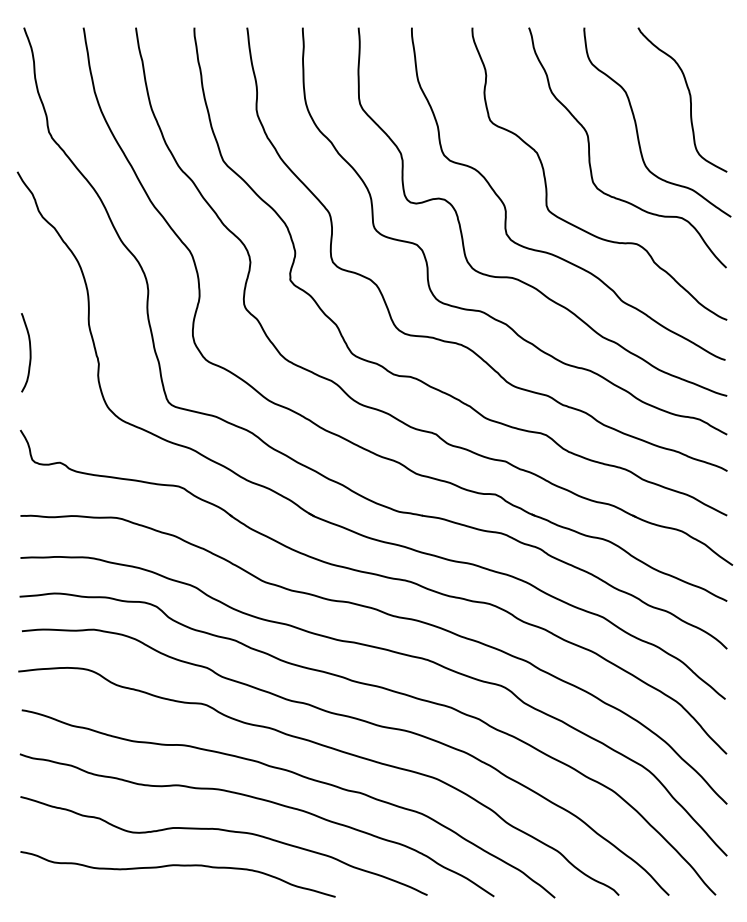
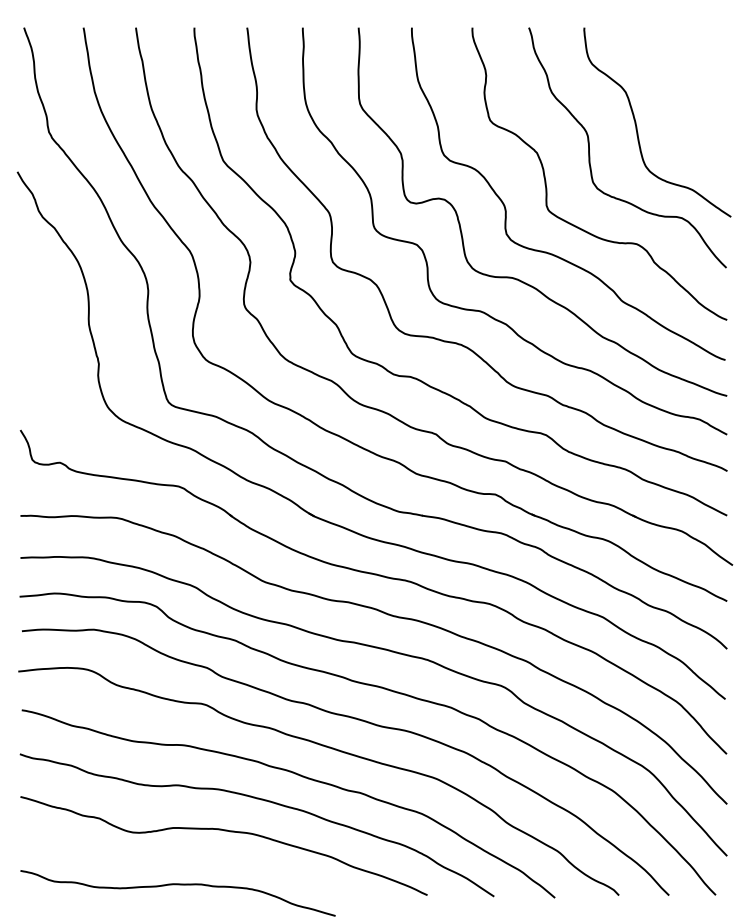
curve at (689, 99): present -> none
curve at (29, 352): present -> none
curve at (177, 866) position: (177, 866) -> (177, 885)
